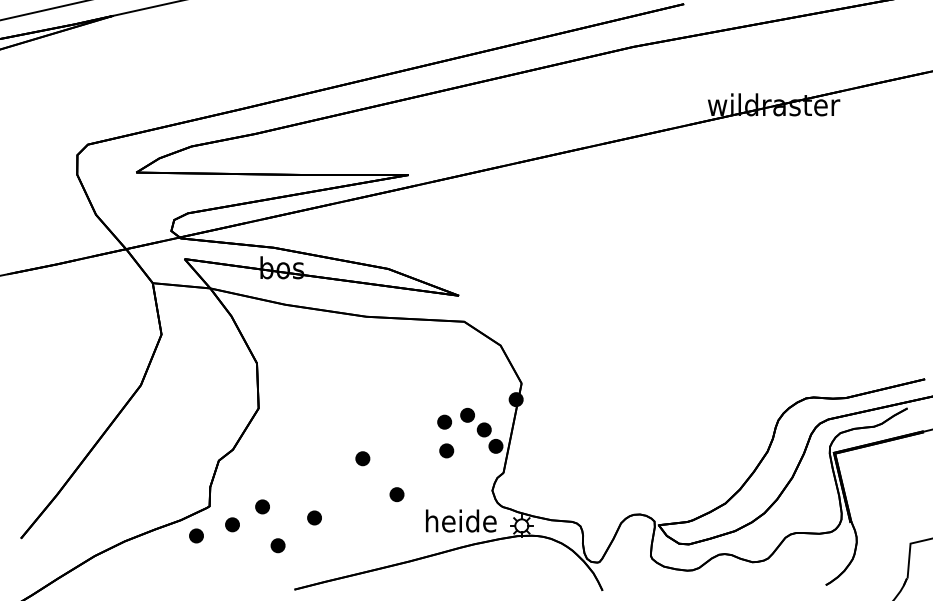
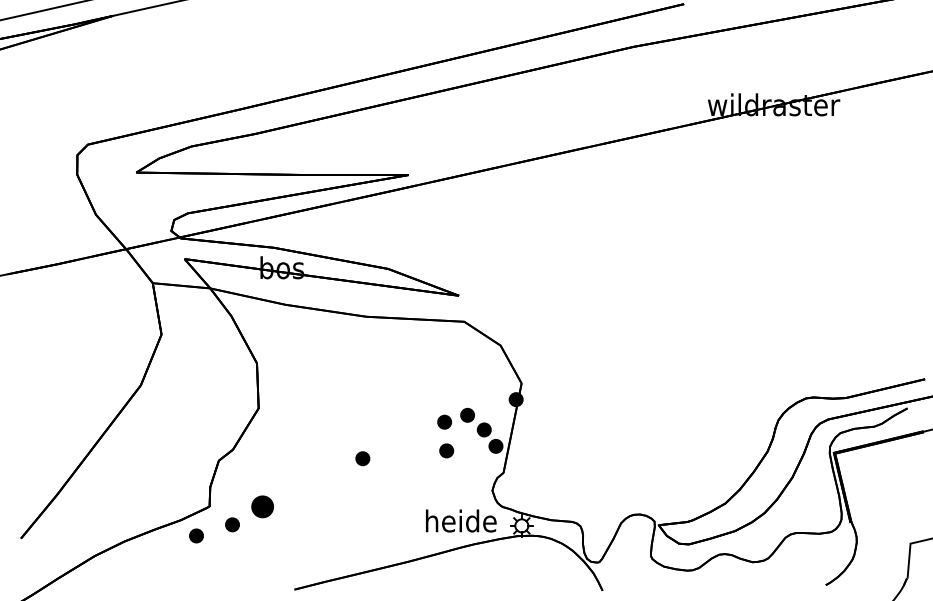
part at (396, 494): present -> none
part at (262, 506) size: 15x16 px -> 23x24 px
part at (314, 517): present -> none
part at (277, 545): present -> none
